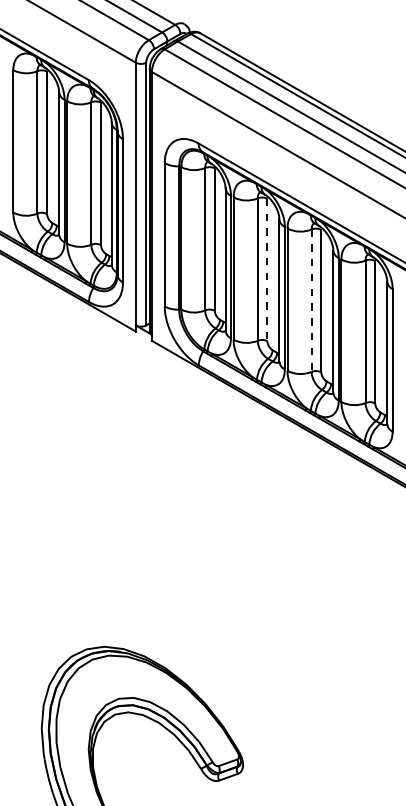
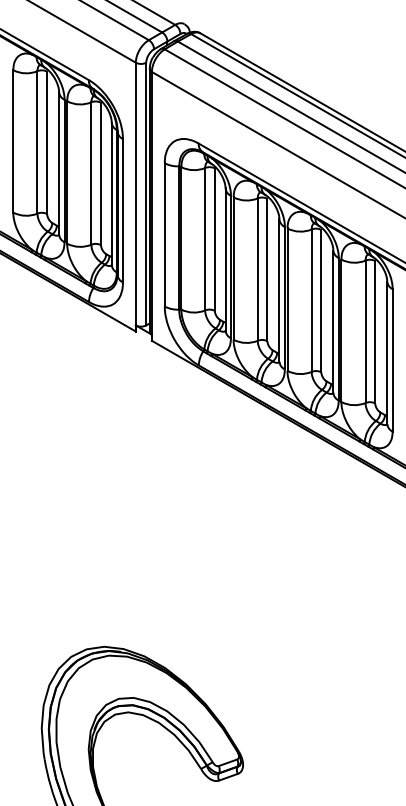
line at (267, 270): dashed -> solid
line at (311, 301): dashed -> solid
